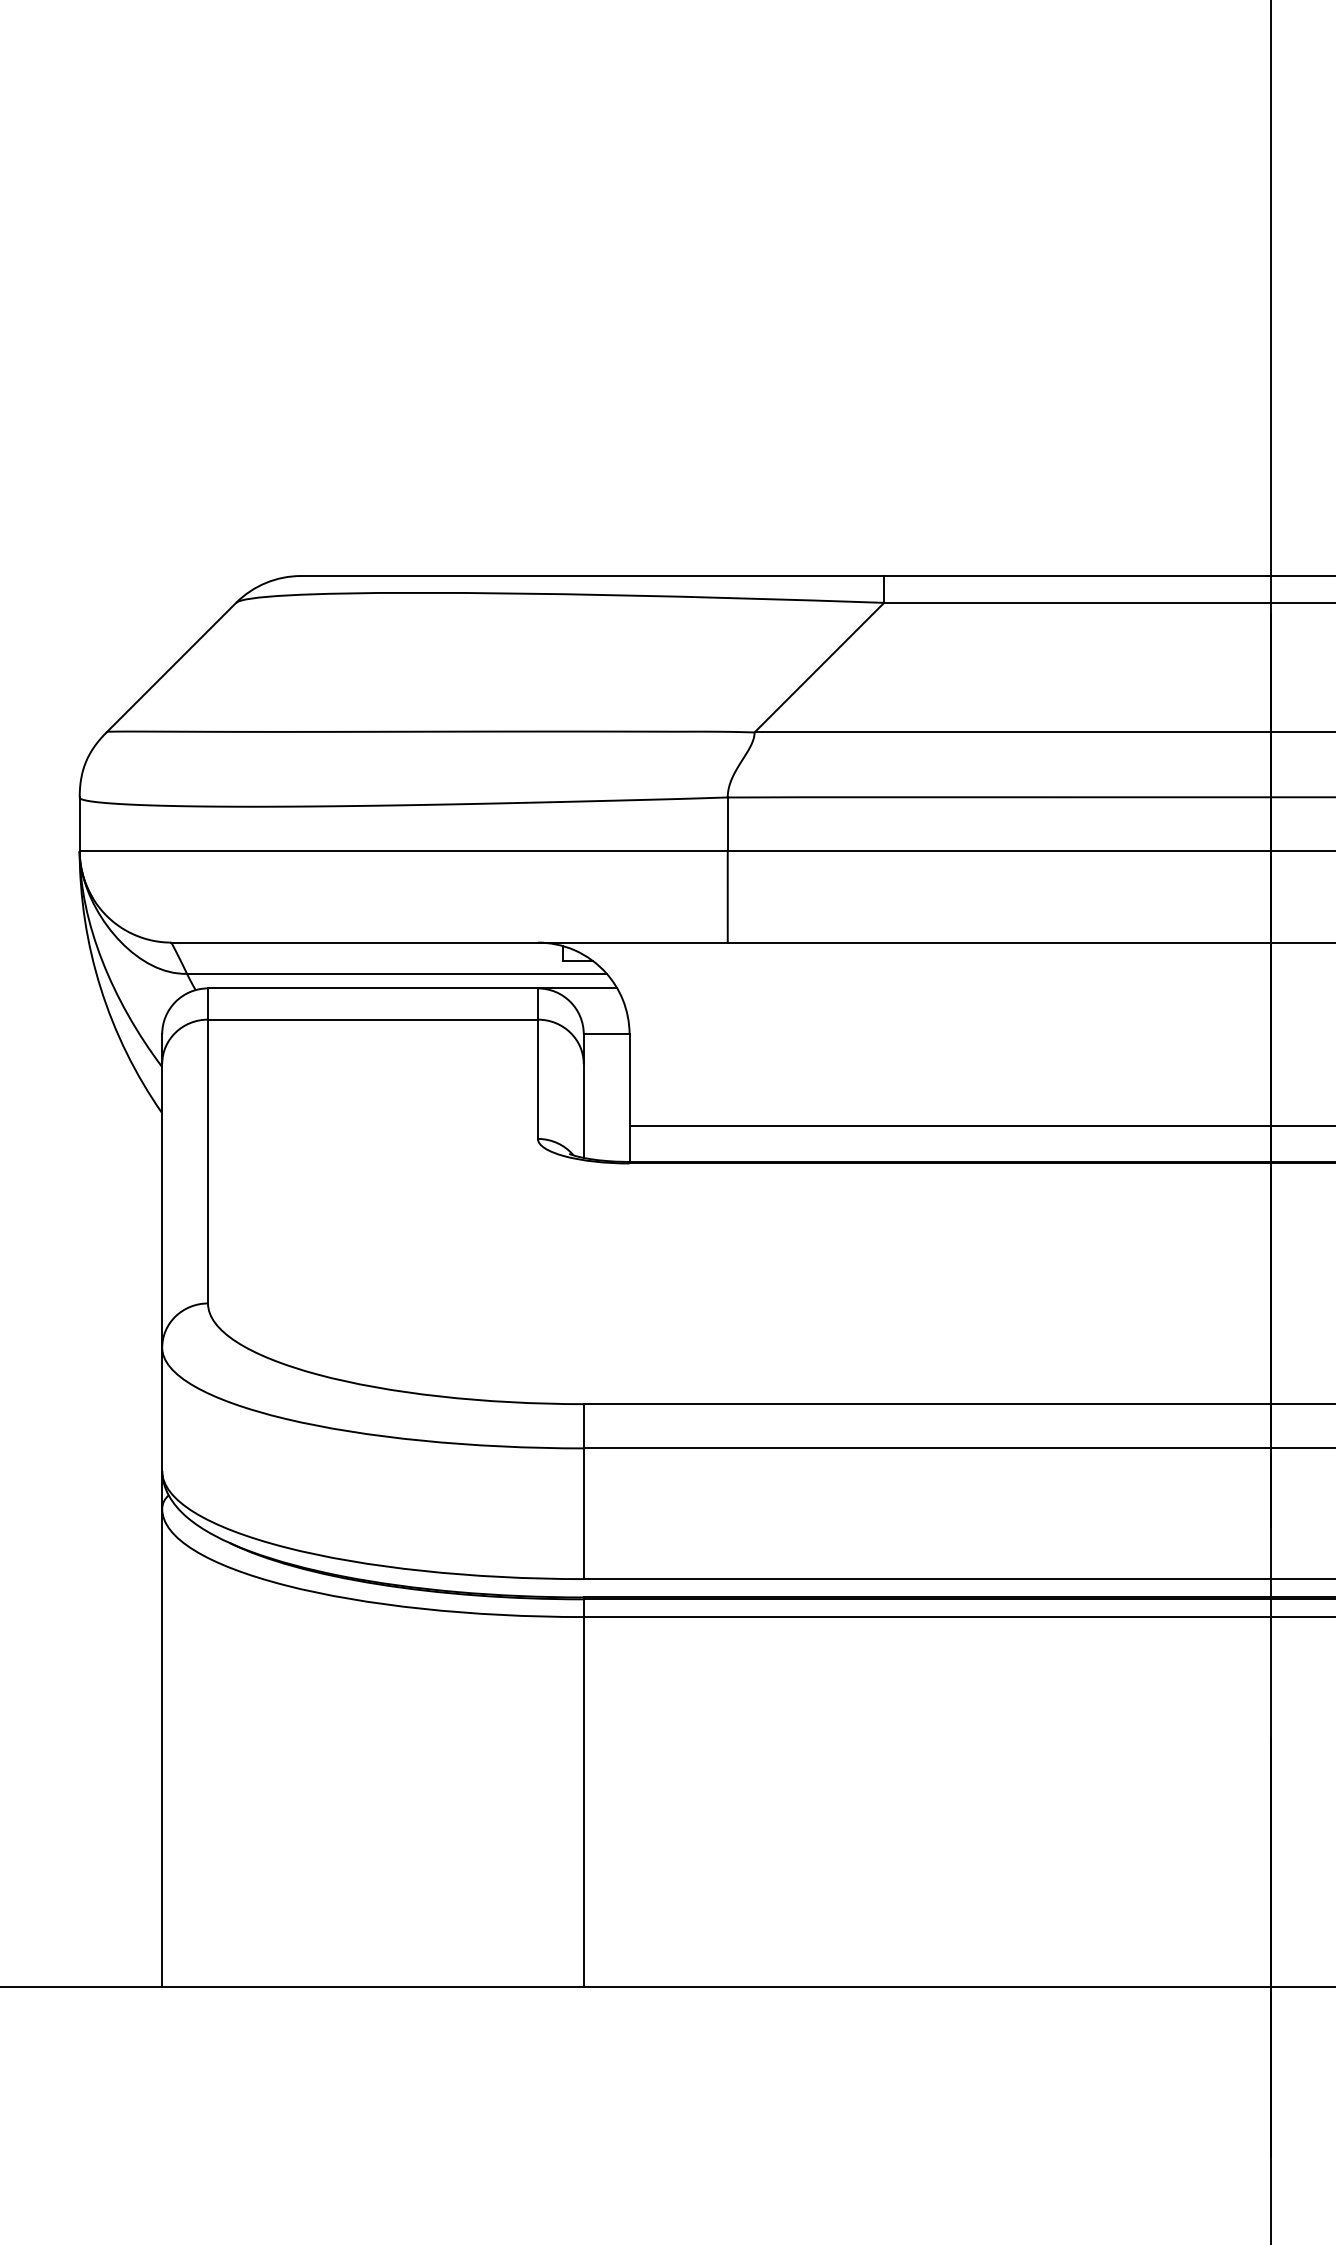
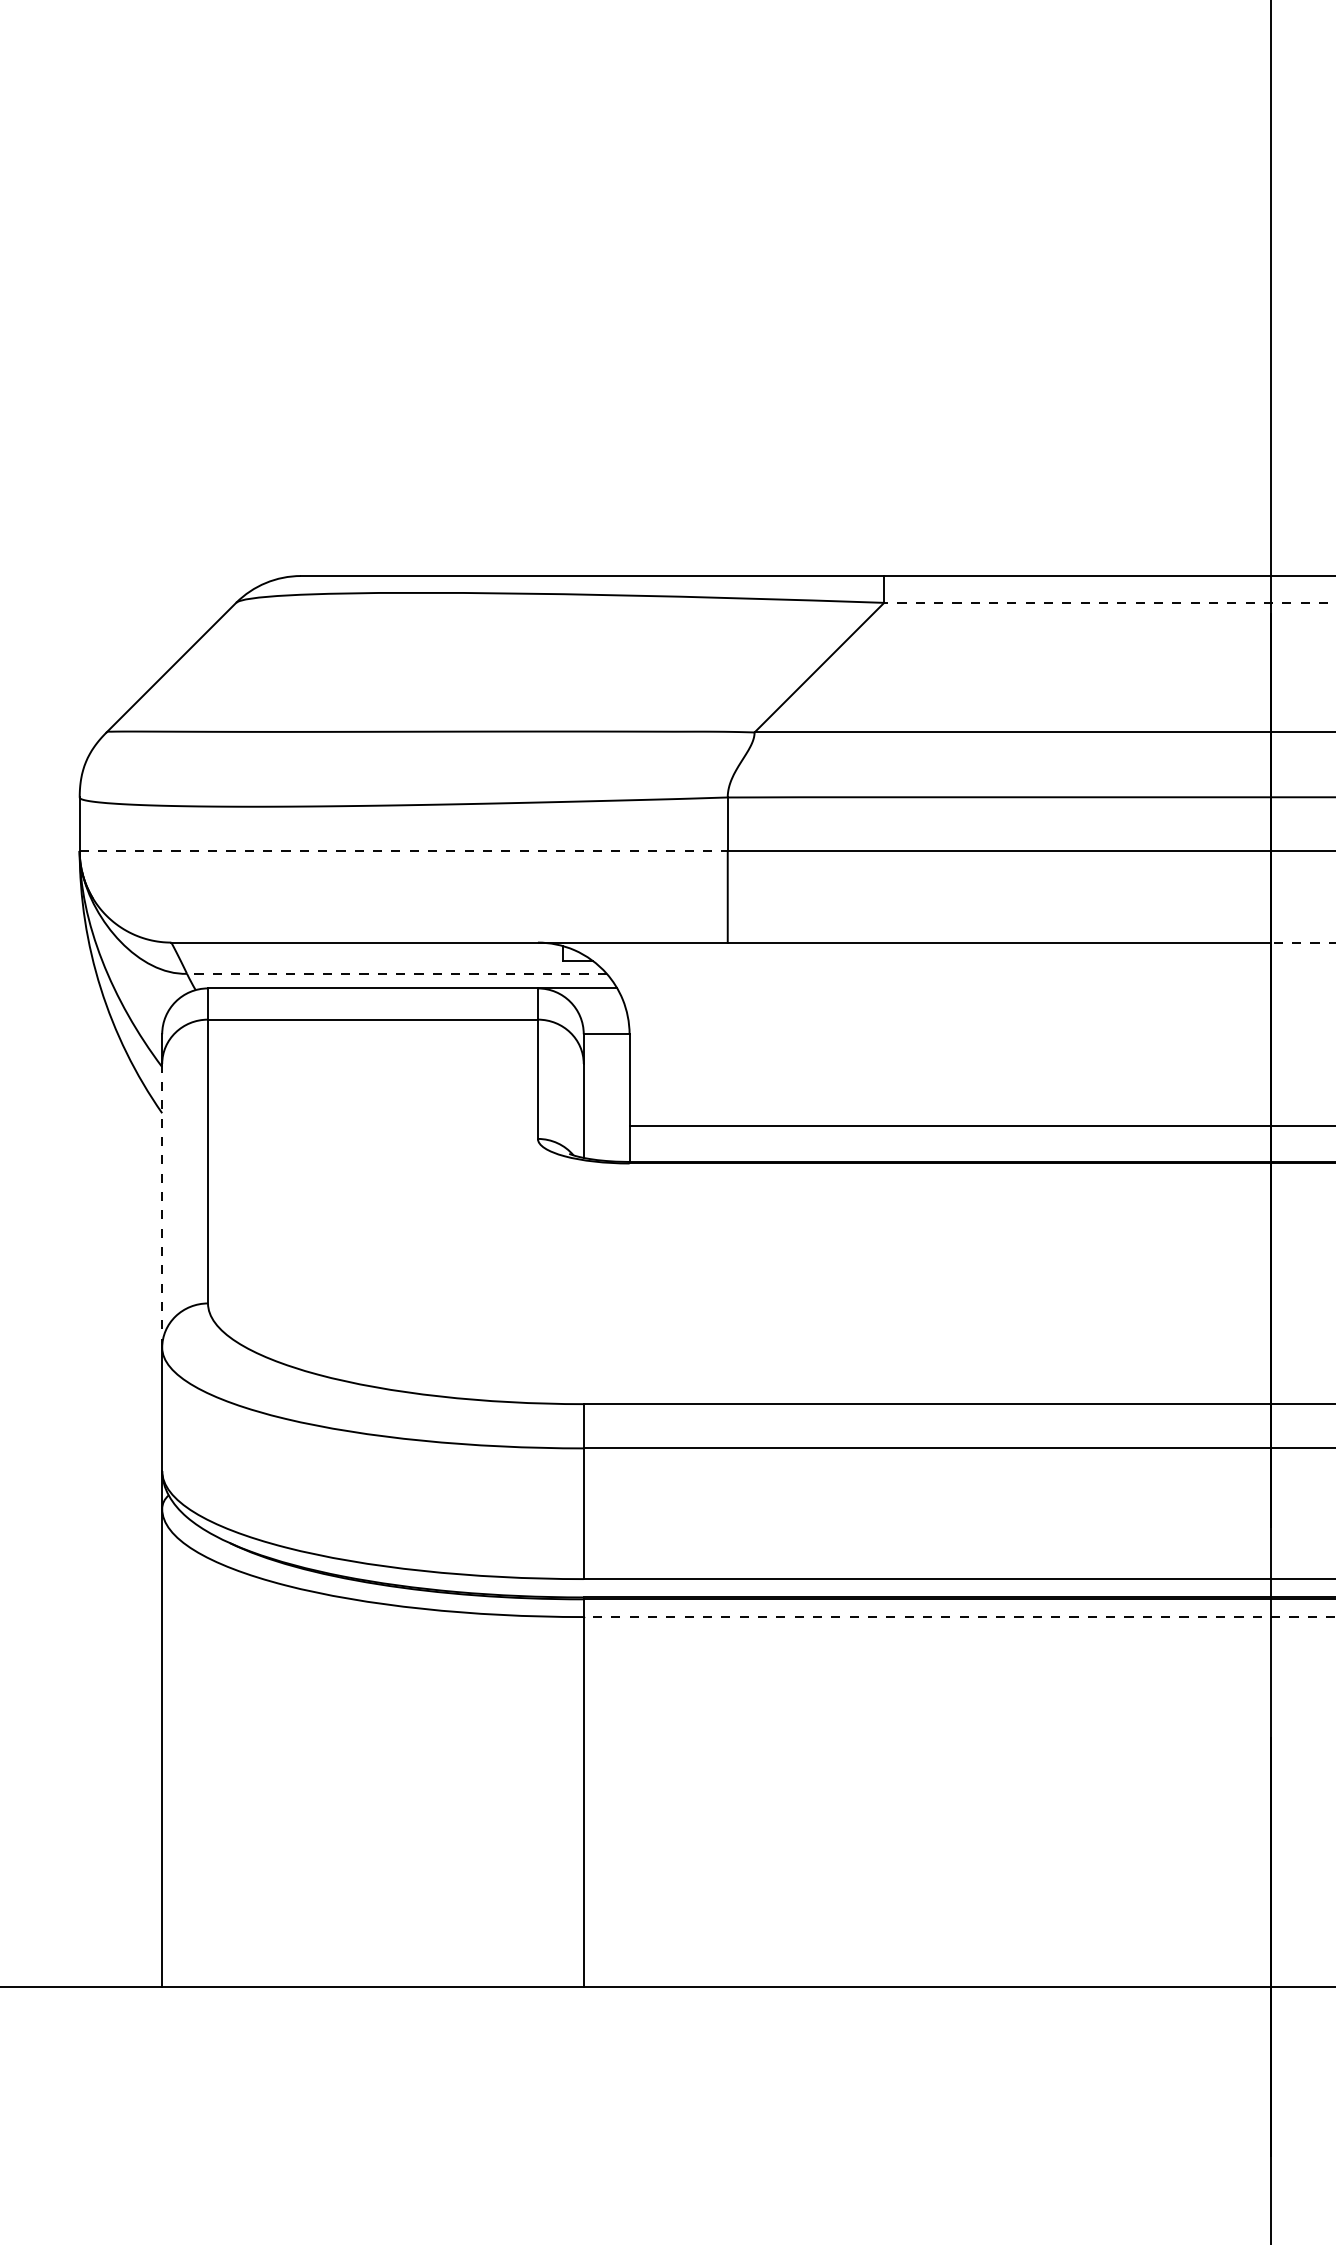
line at (1109, 602): solid -> dashed
line at (404, 850): solid -> dashed
line at (1303, 942): solid -> dashed
line at (396, 973): solid -> dashed
line at (162, 1205): solid -> dashed
line at (959, 1617): solid -> dashed
